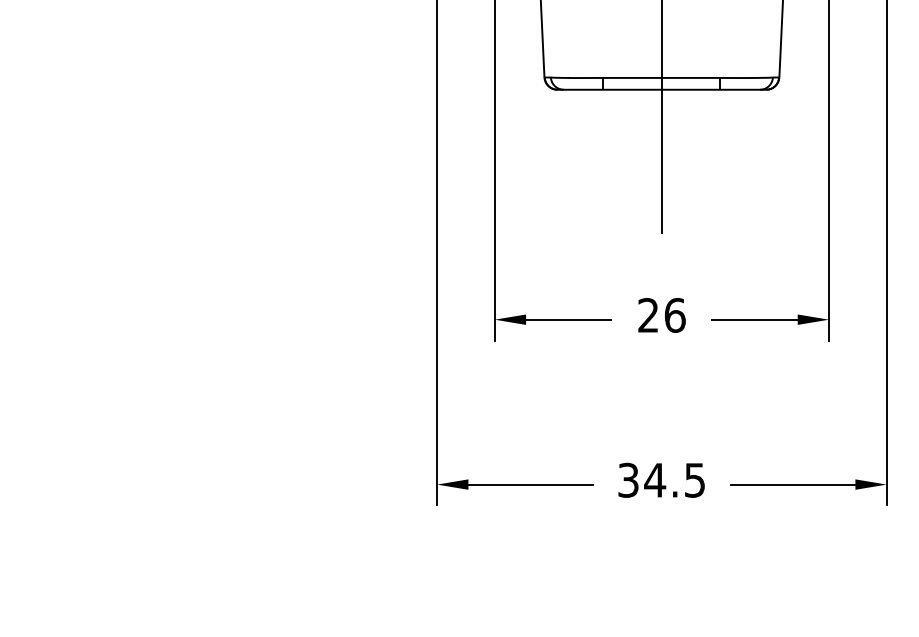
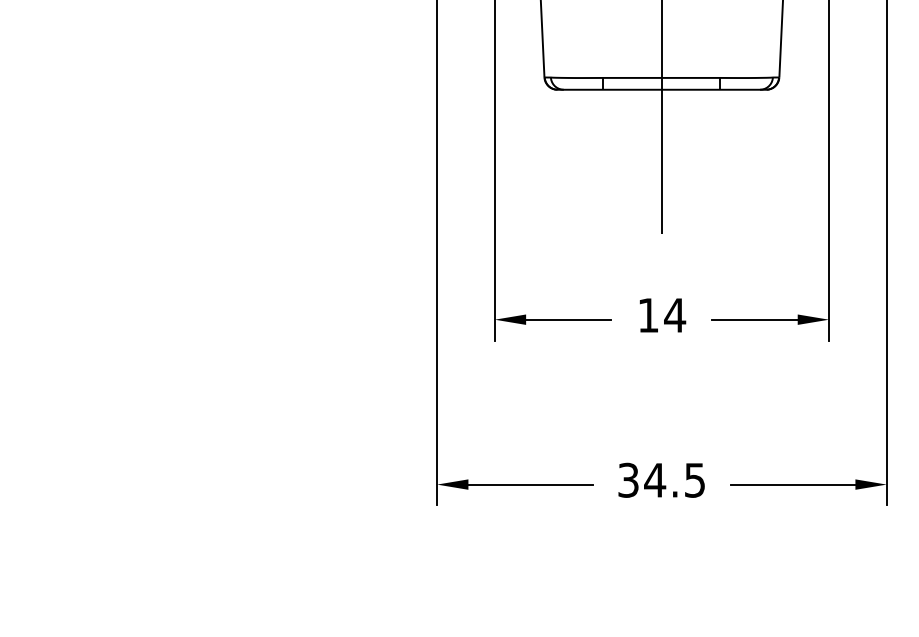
text at (662, 315): 26 -> 14
